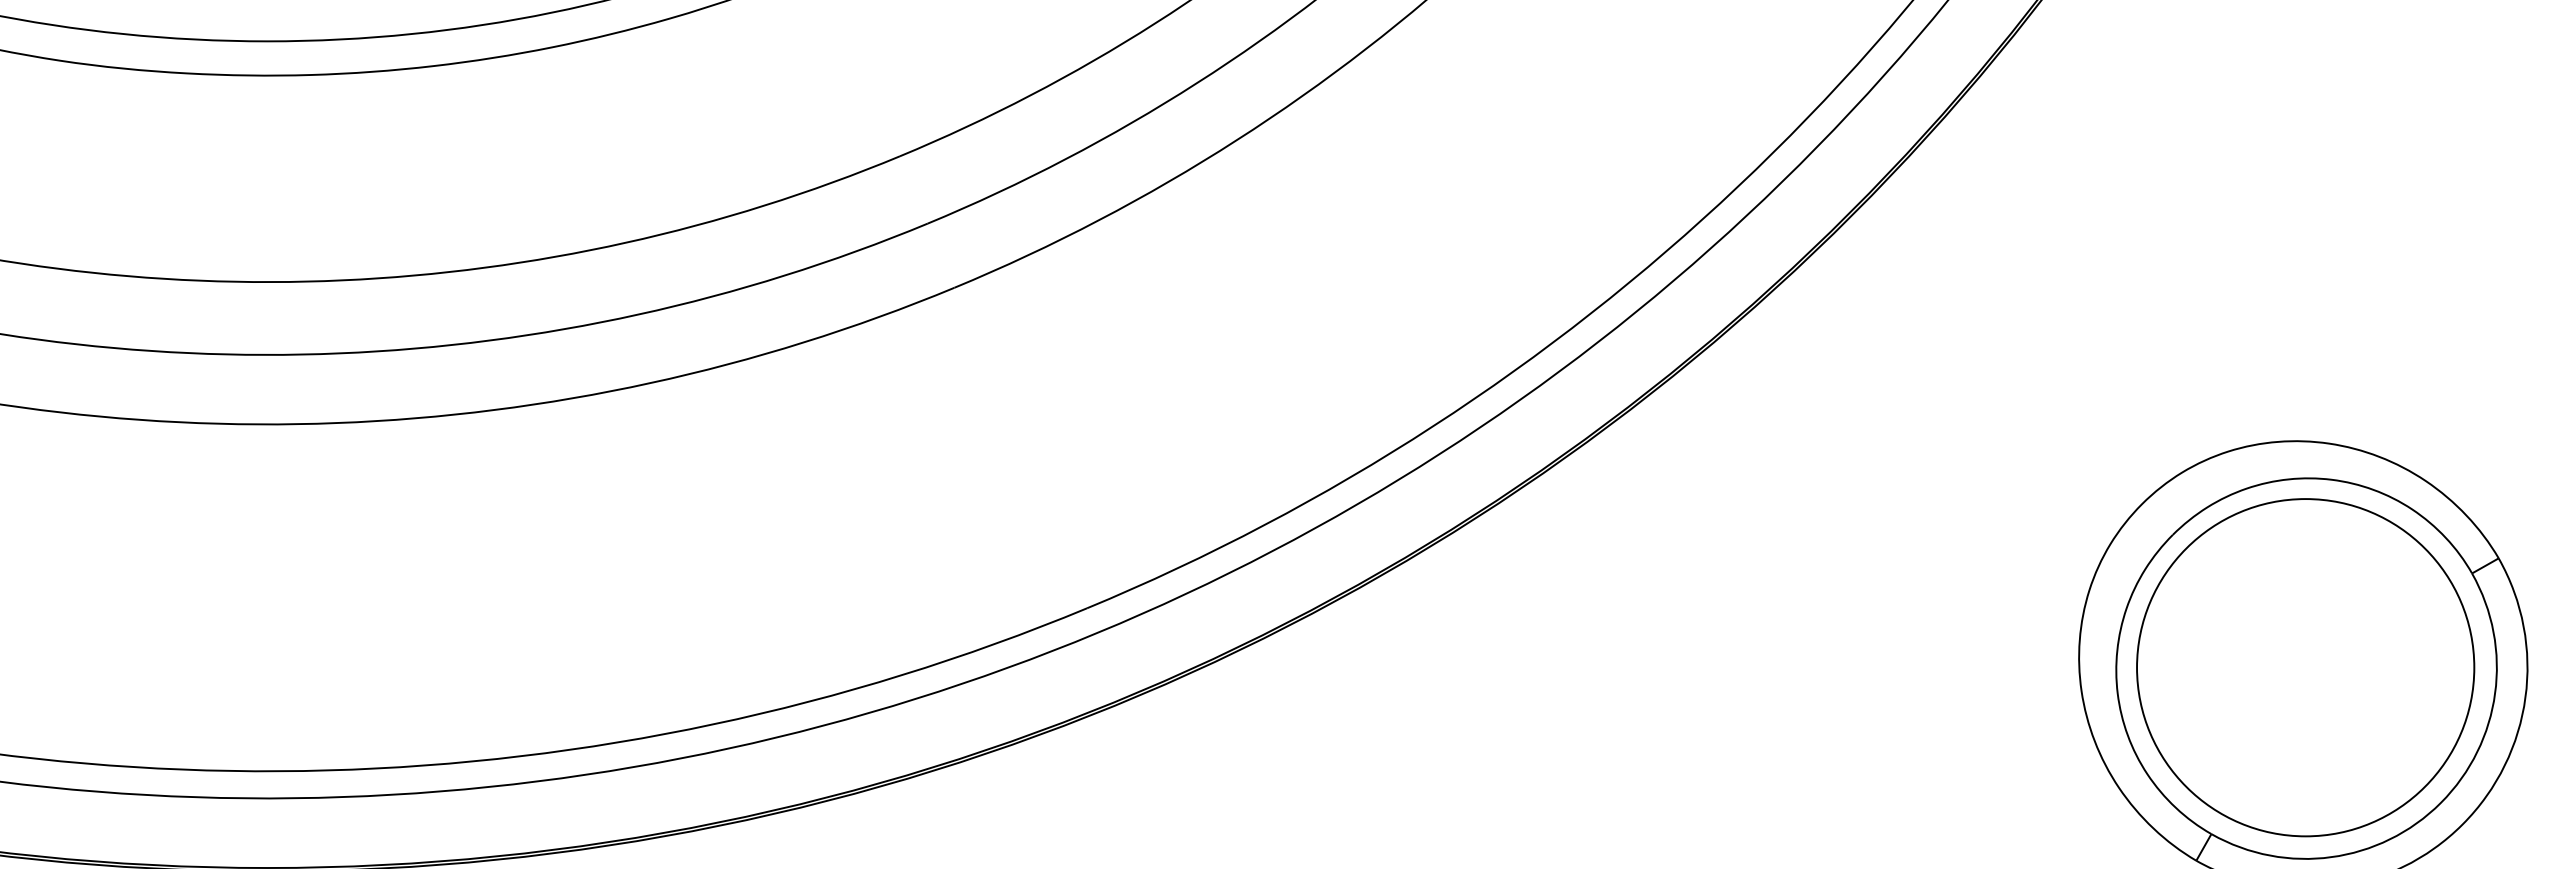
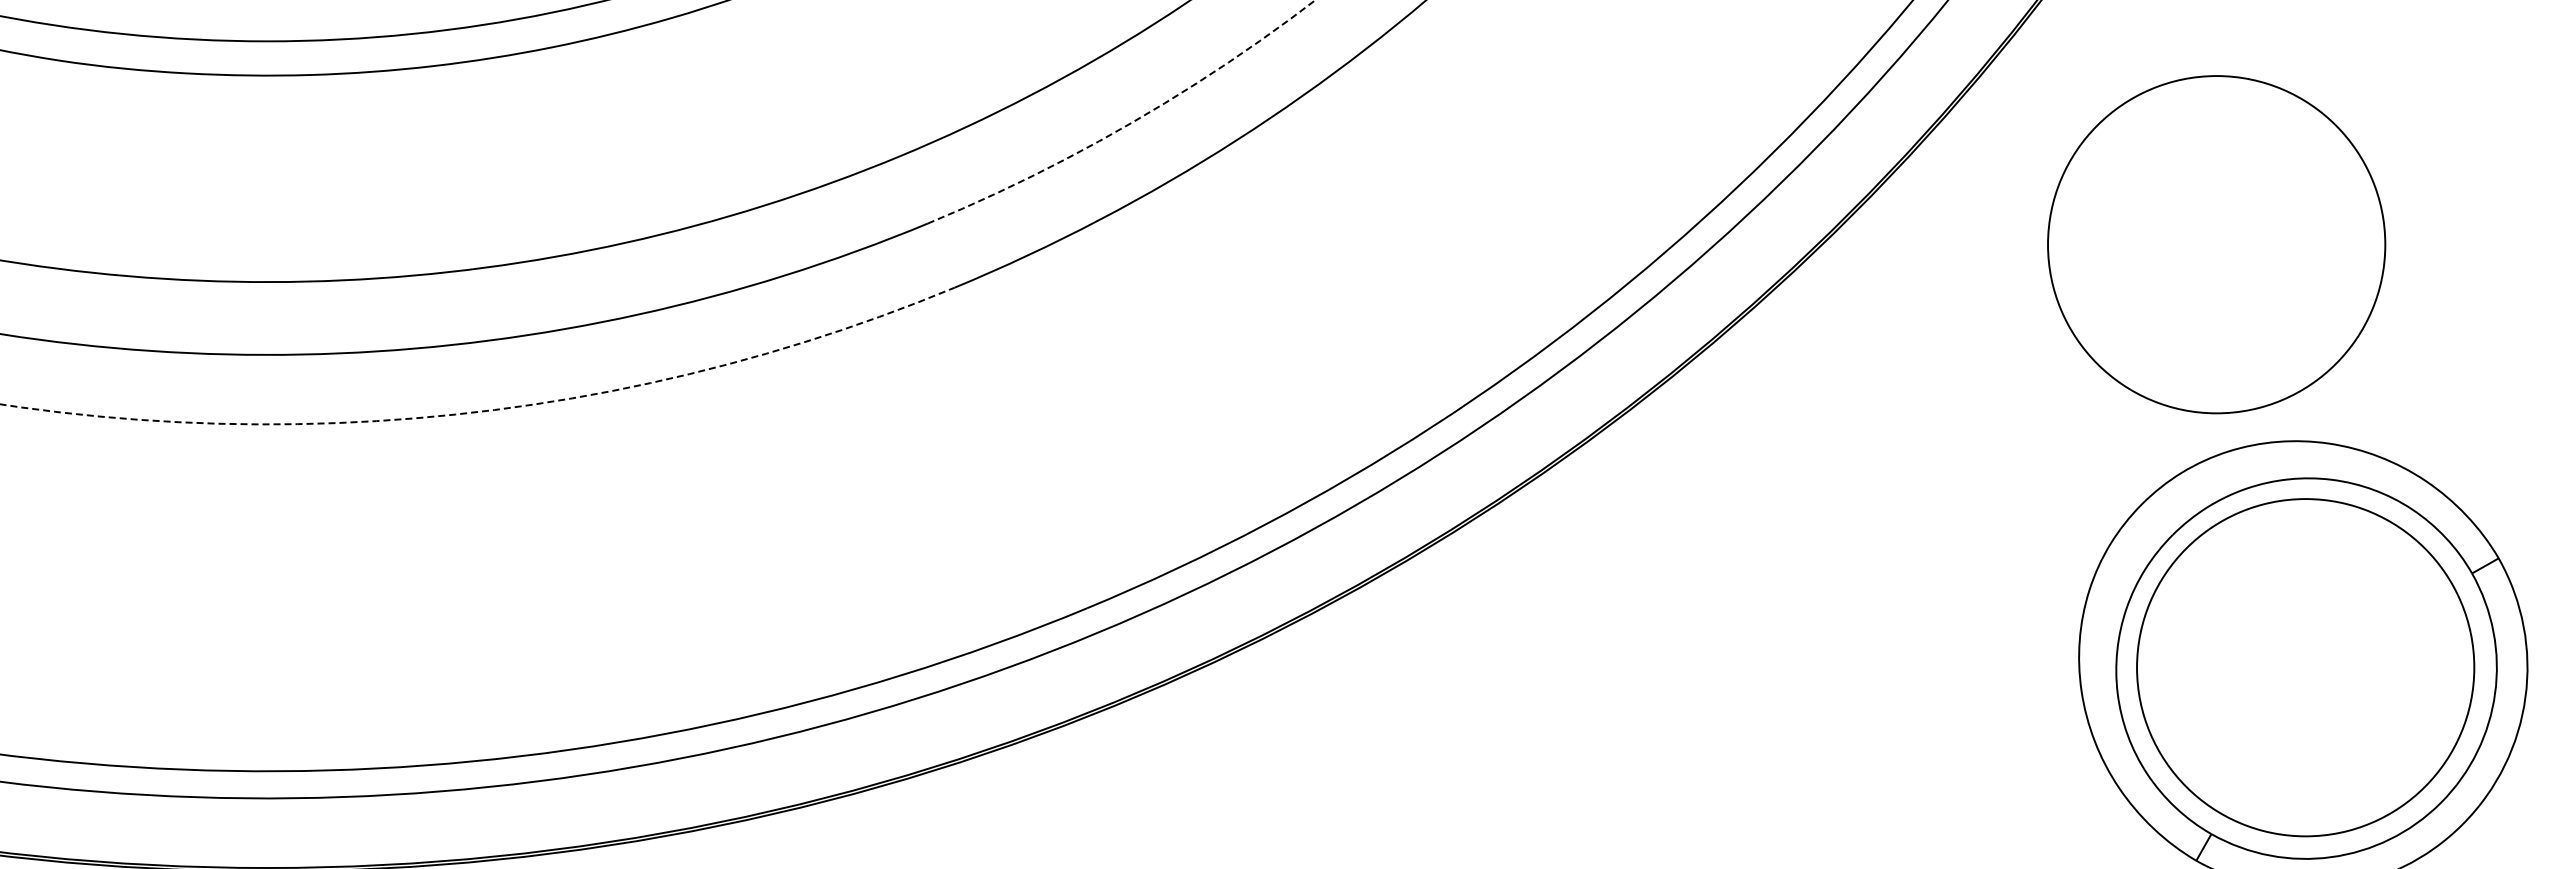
arc at (1128, 124): solid -> dashed
circle at (2216, 244): none -> present
arc at (485, 411): solid -> dashed
